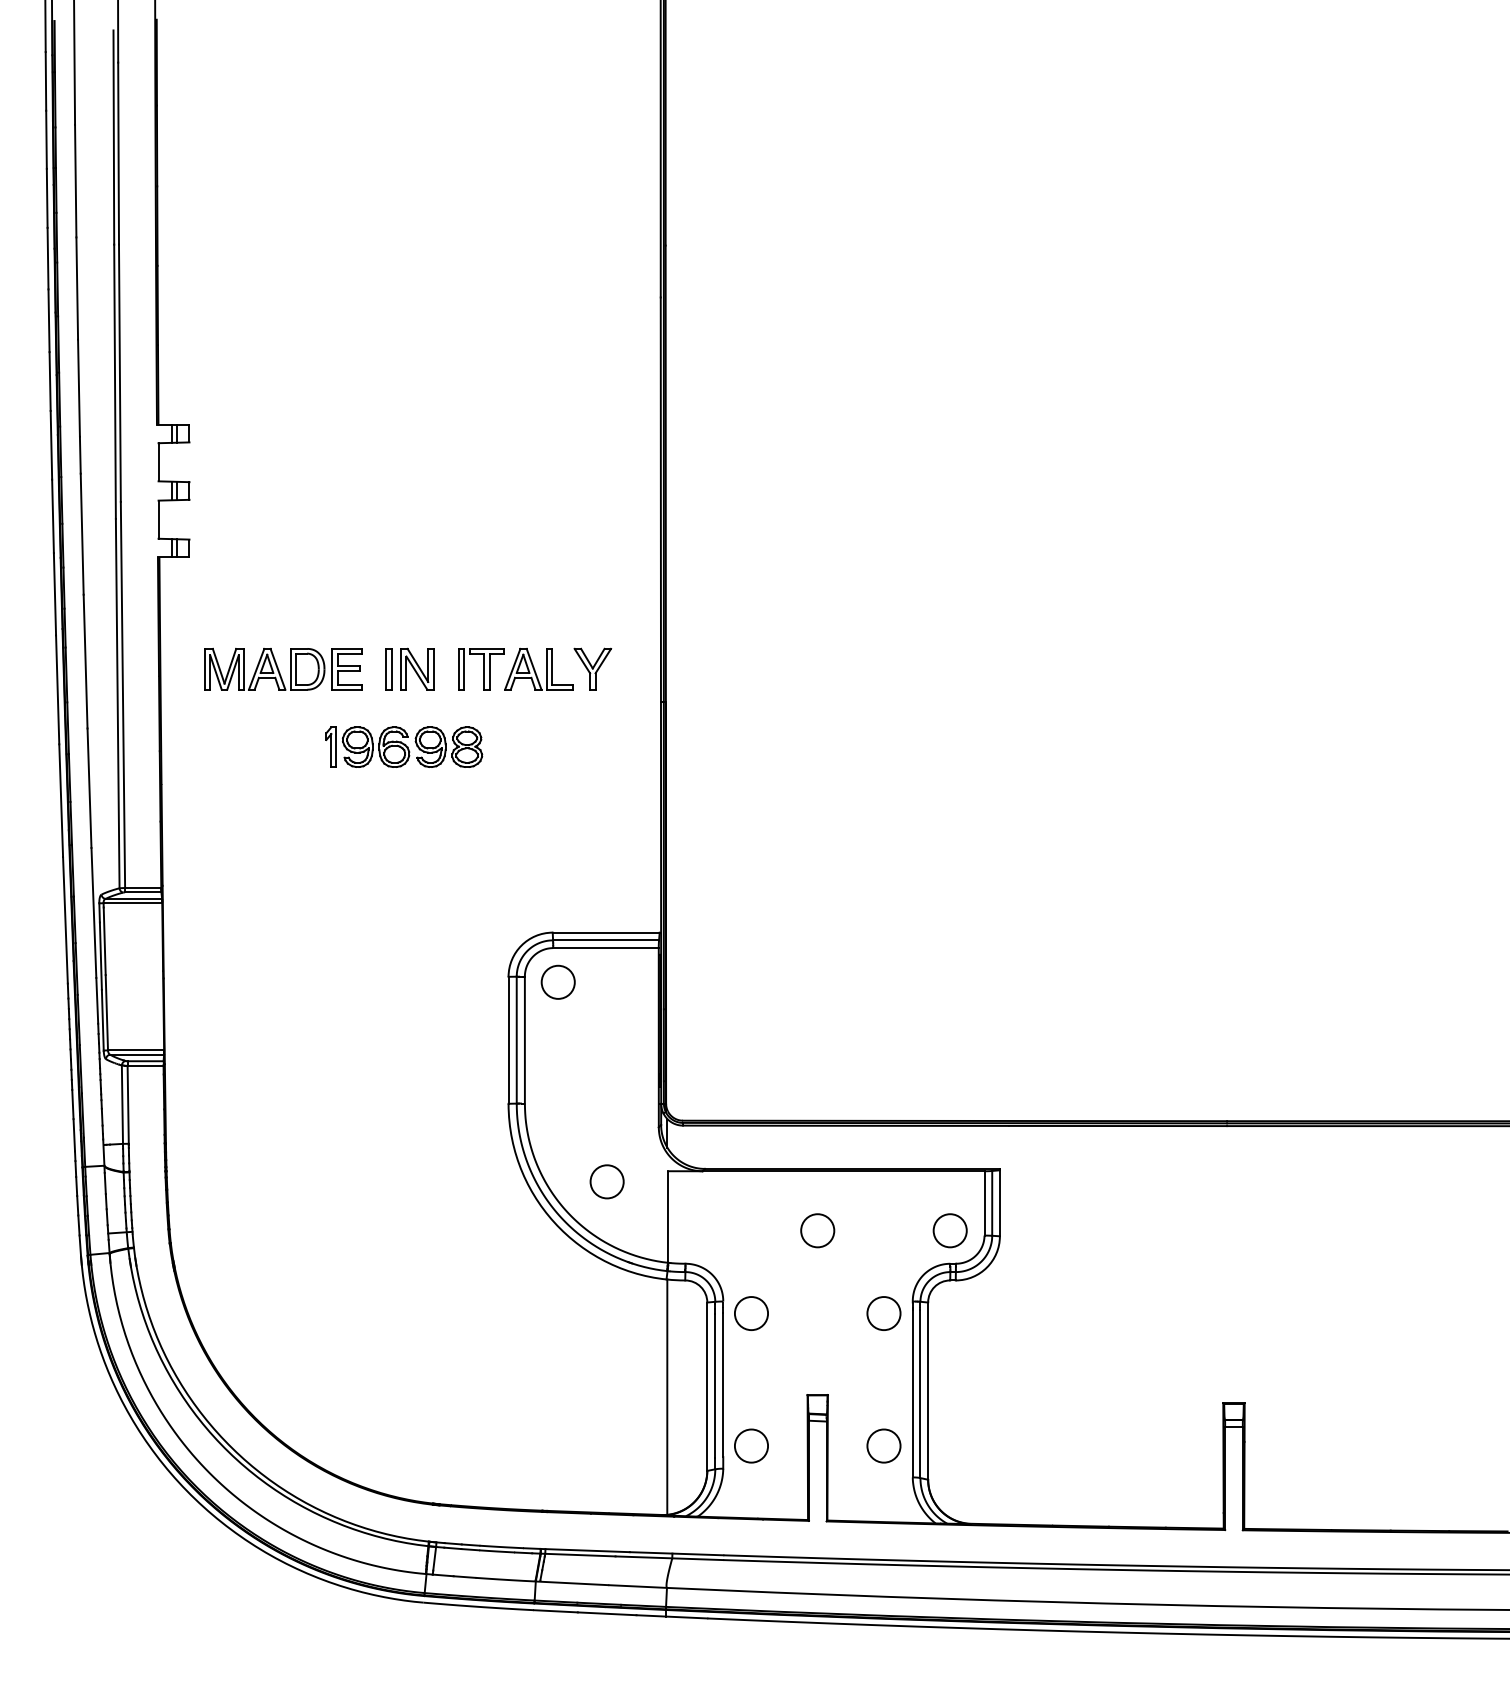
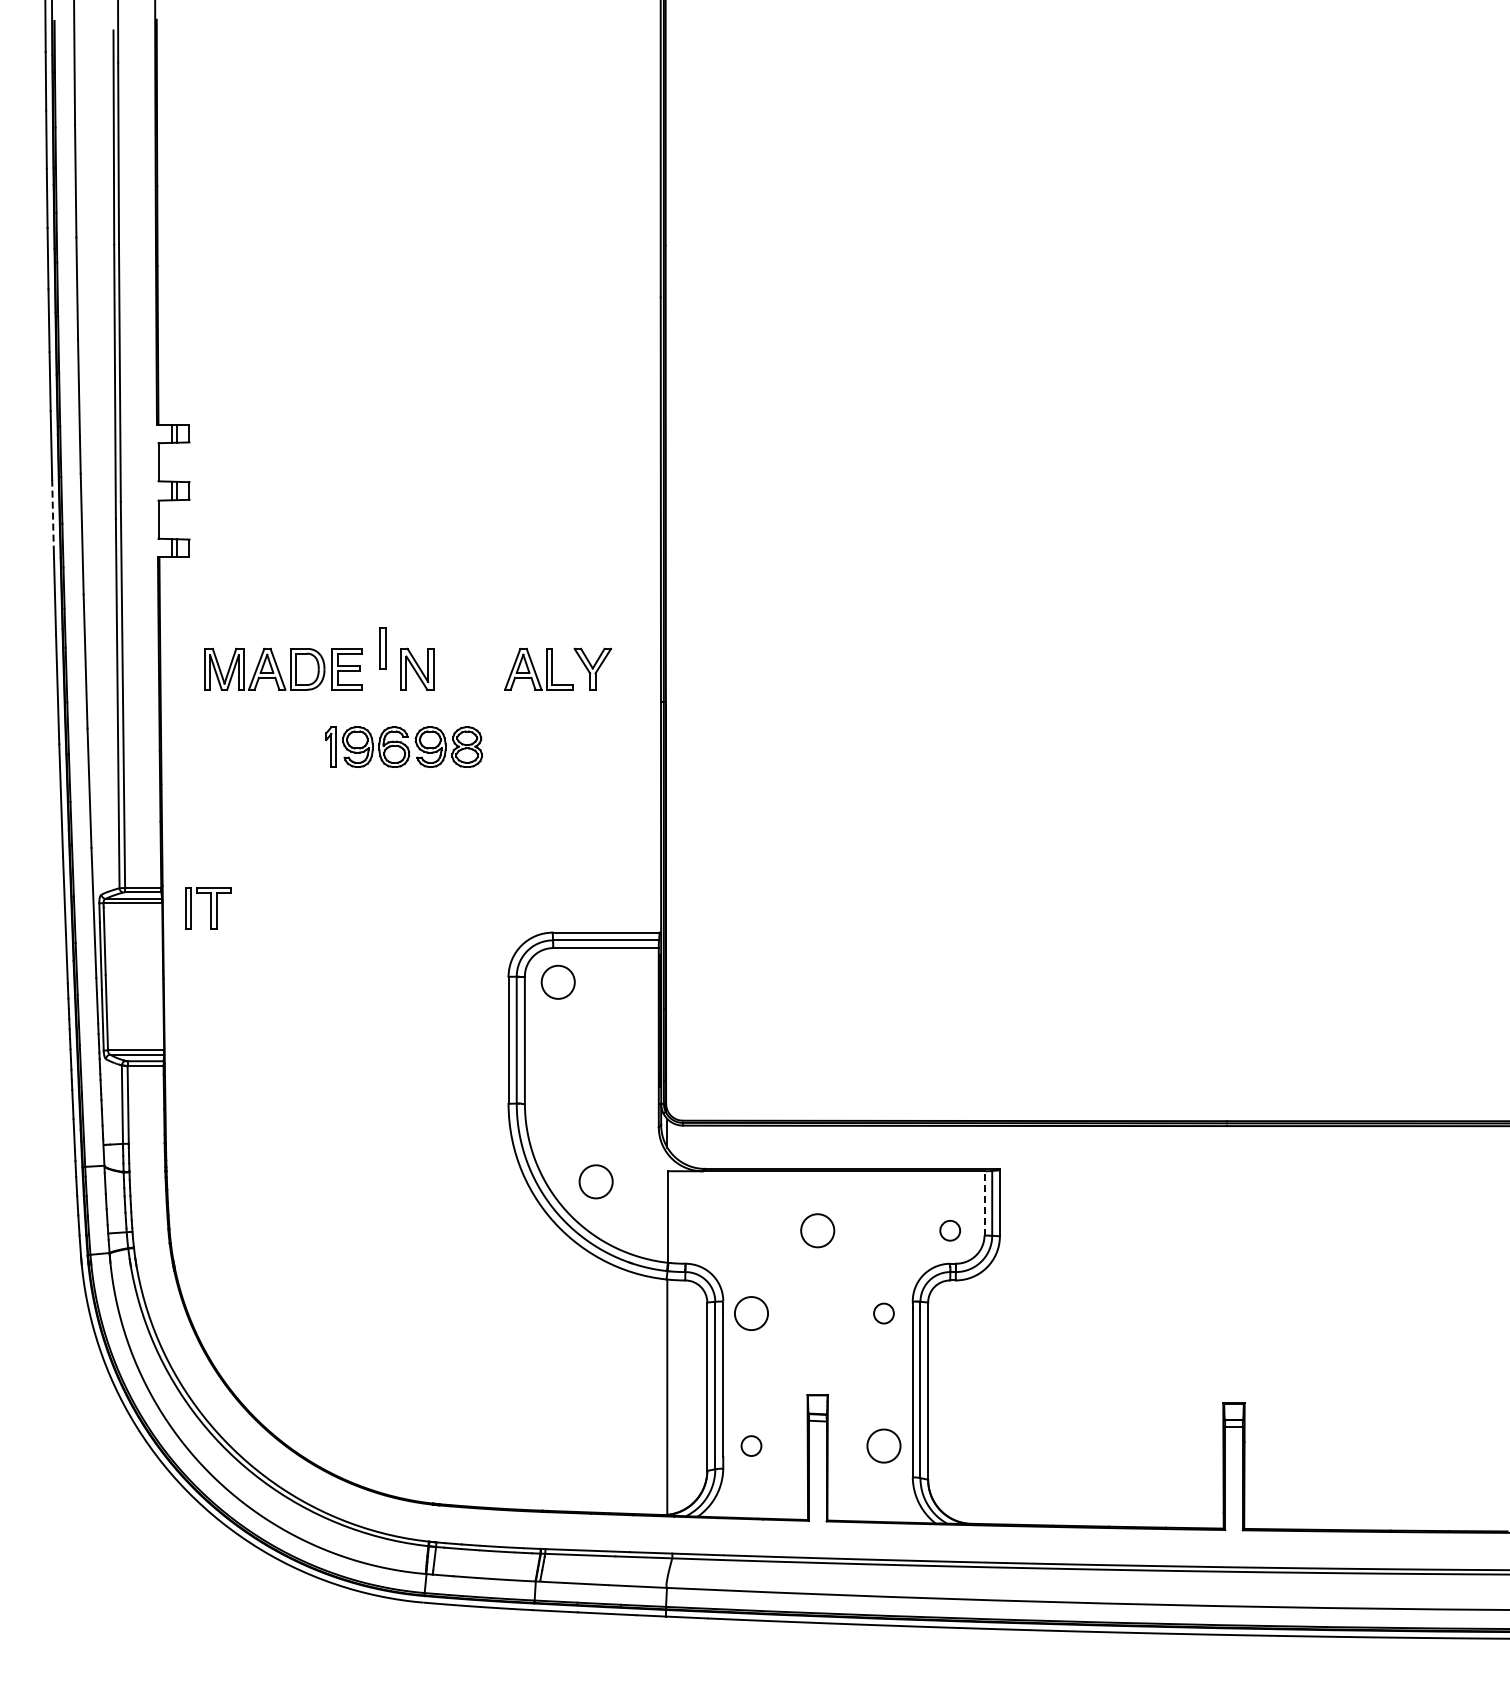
line at (53, 516): solid -> dashed
part at (388, 669) position: (388, 669) -> (382, 648)
part at (481, 669) position: (481, 669) -> (208, 908)
circle at (606, 1181) position: (606, 1181) -> (595, 1181)
line at (984, 1202): solid -> dashed
circle at (949, 1230) diameter: 33 px -> 20 px
circle at (883, 1313) diameter: 33 px -> 20 px
circle at (751, 1445) diameter: 33 px -> 20 px
